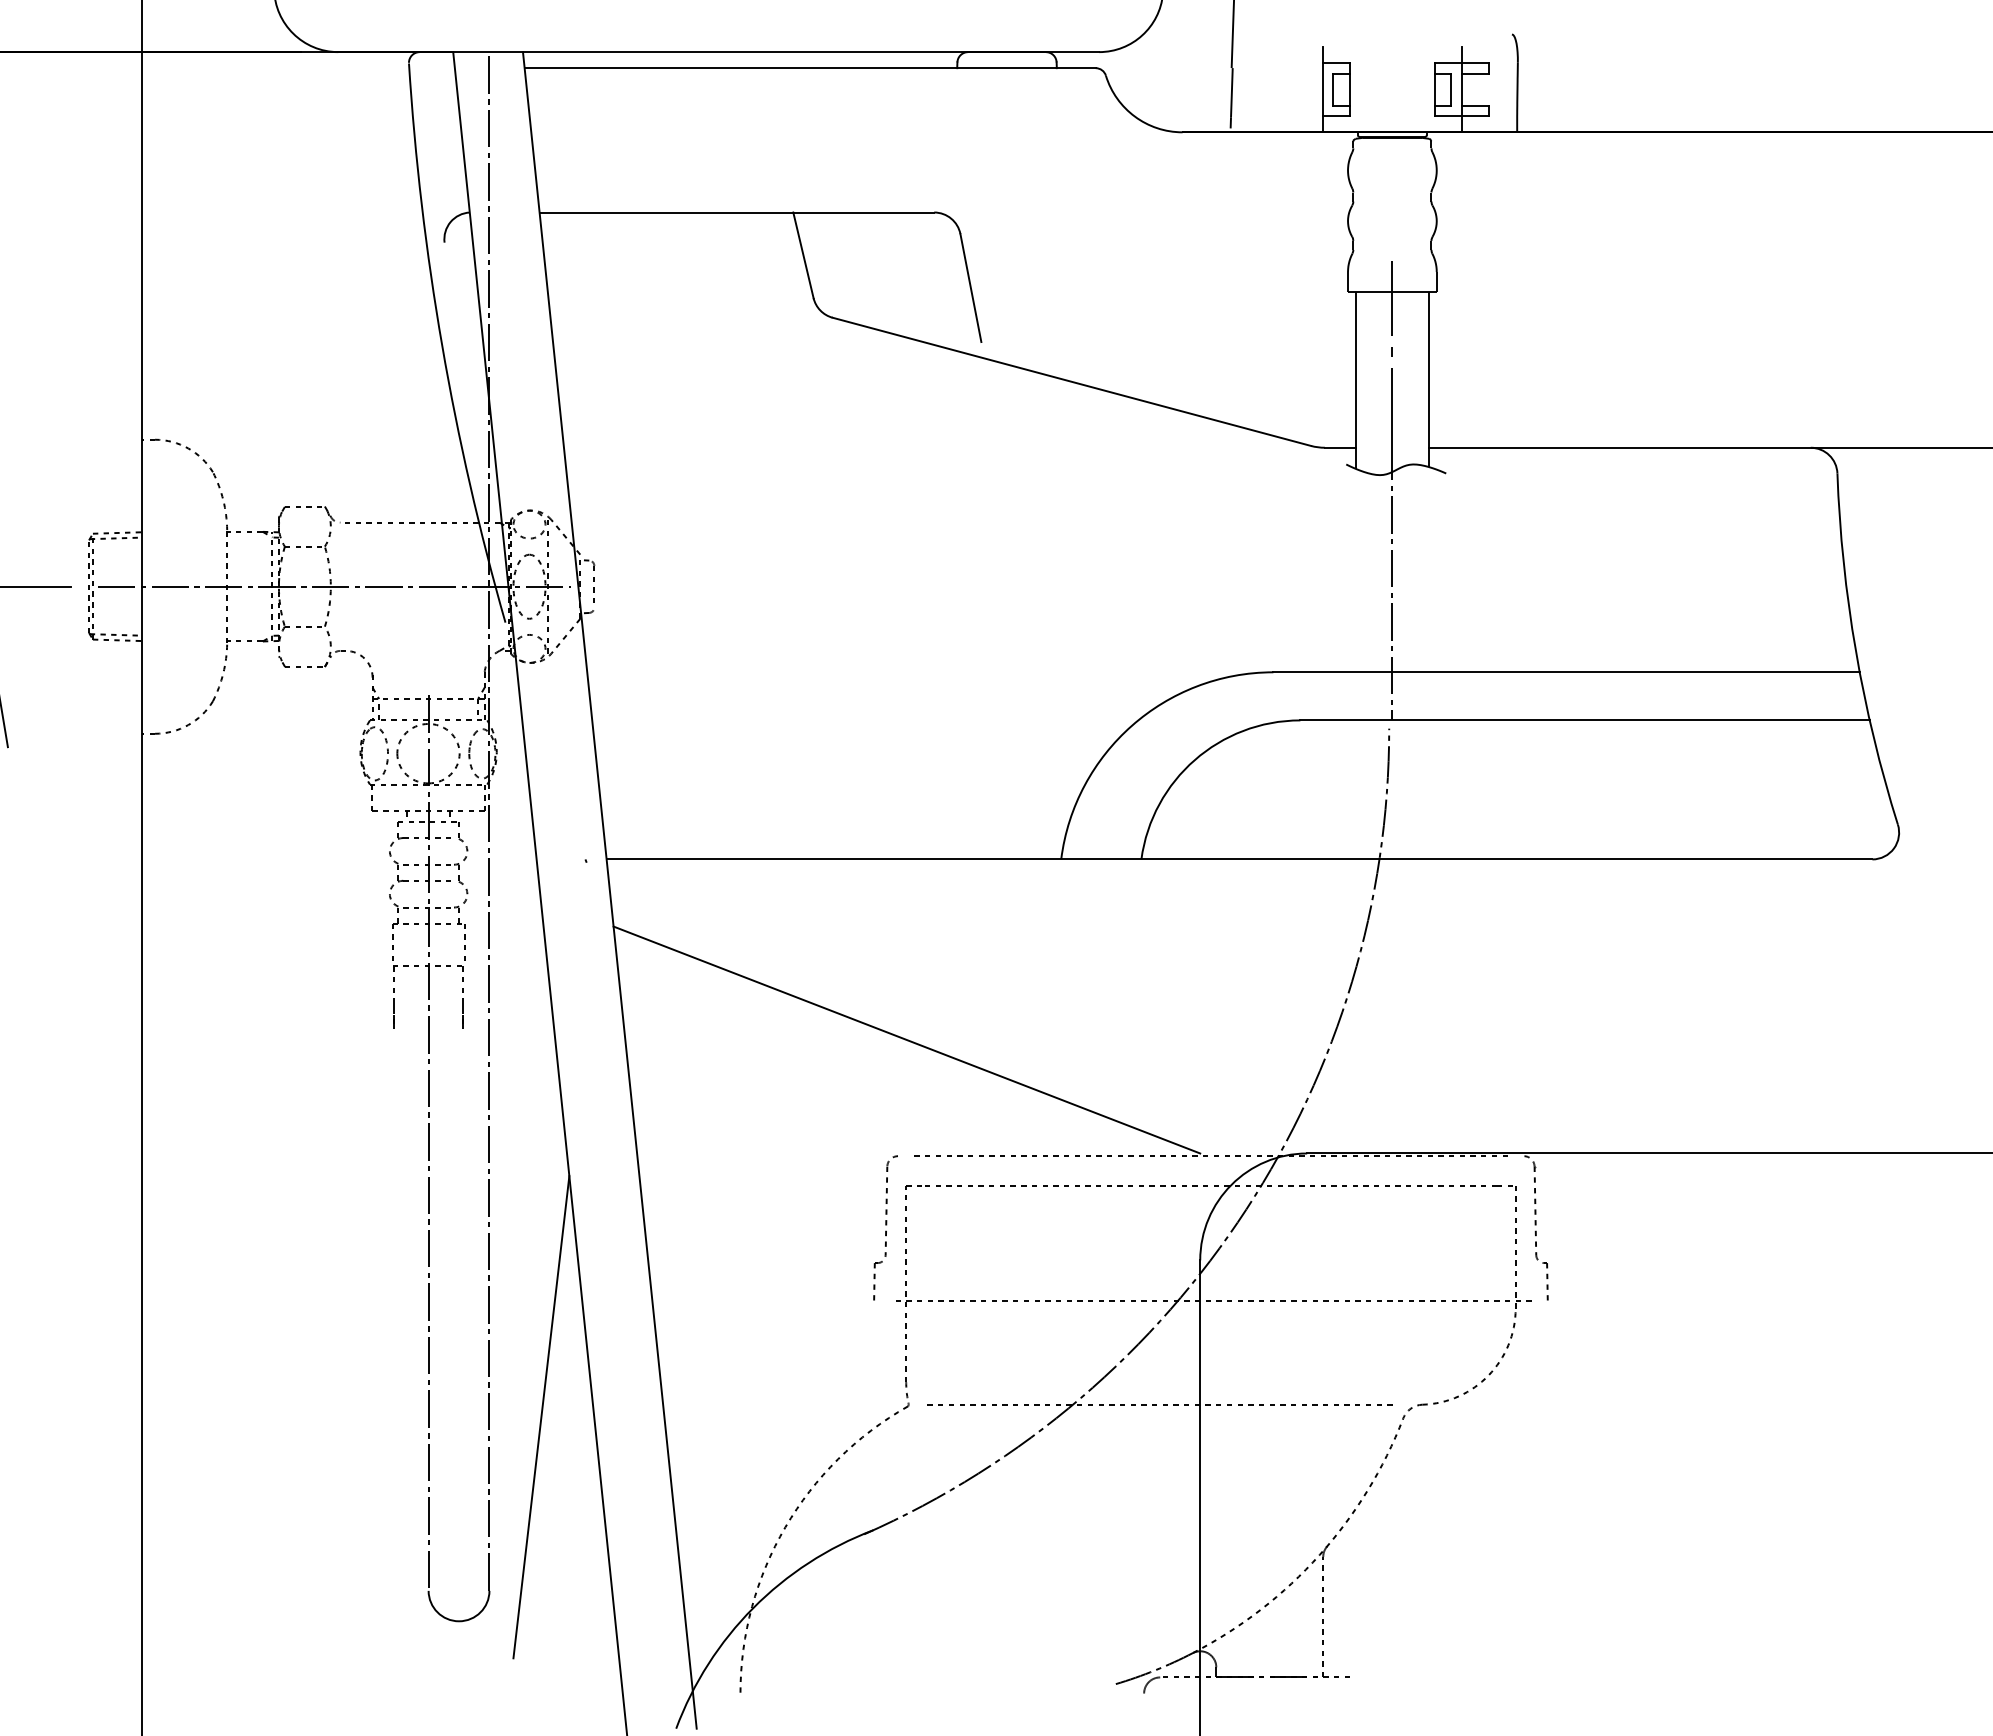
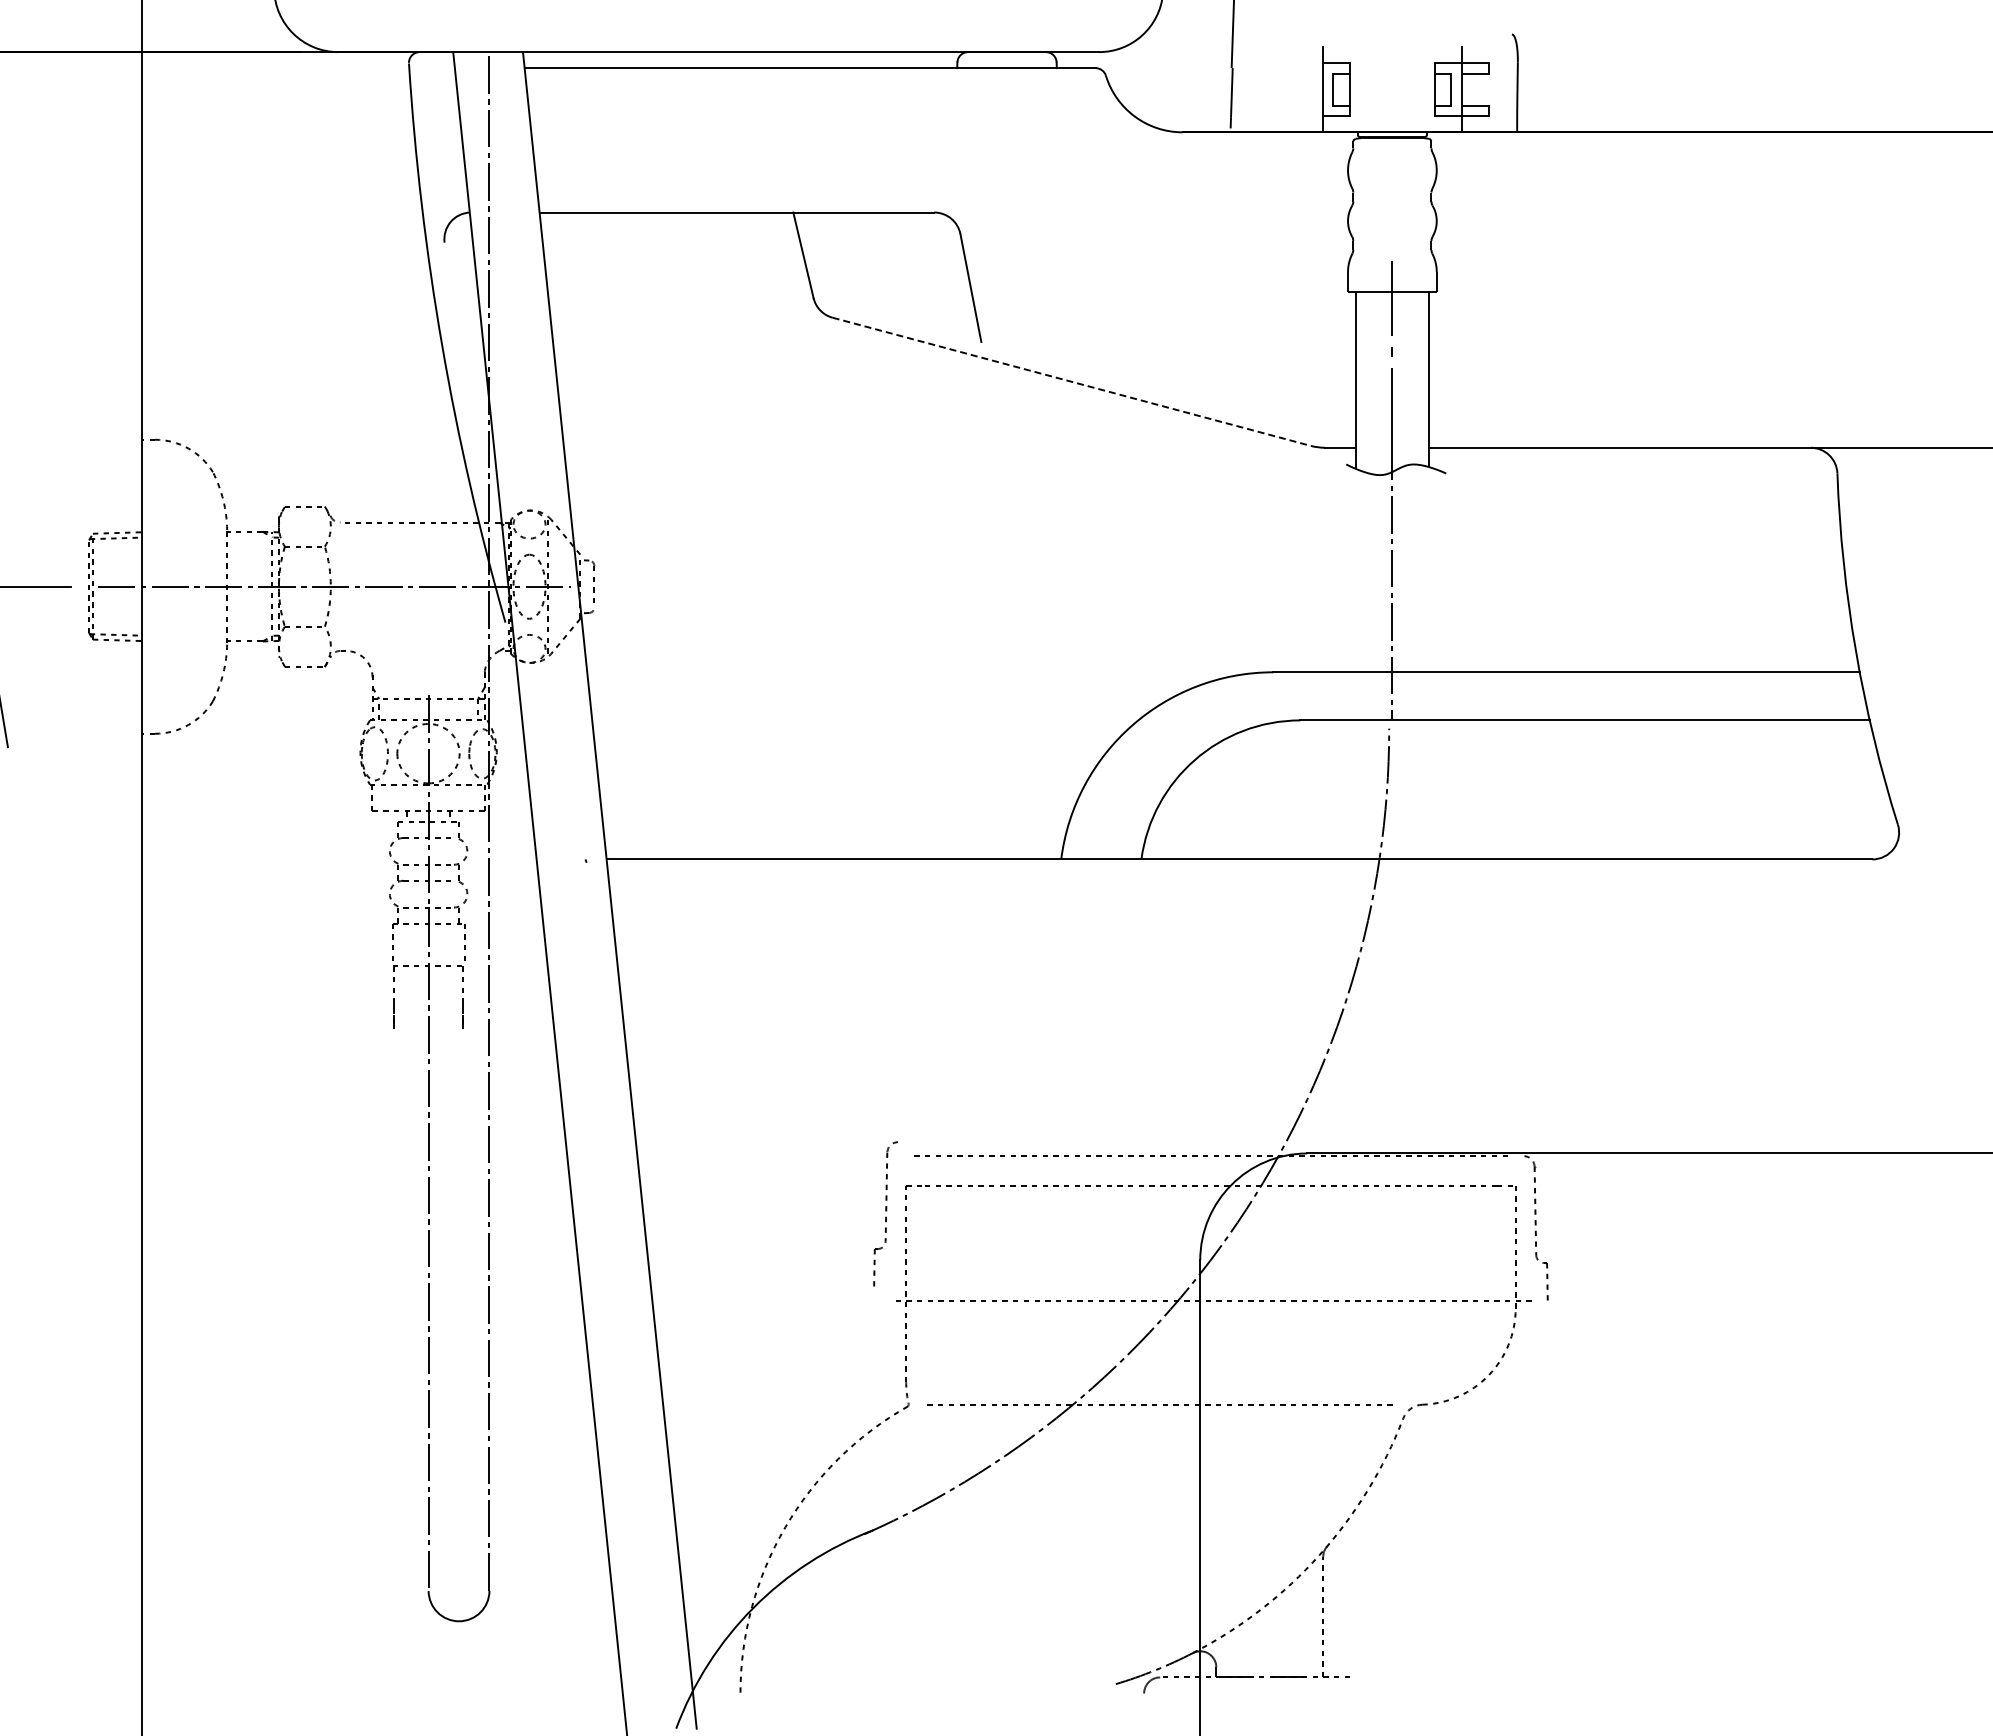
line at (1071, 381): solid -> dashed
line at (906, 1039): present -> none
part at (885, 1227) position: (885, 1227) -> (885, 1213)
line at (541, 1417): present -> none
